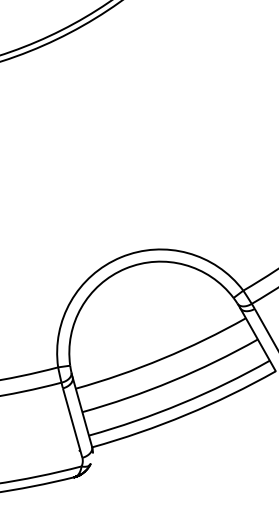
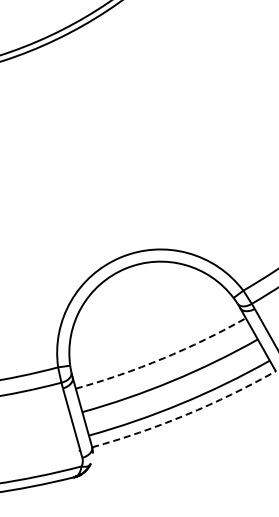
arc at (163, 358): solid -> dashed
arc at (186, 414): solid -> dashed
